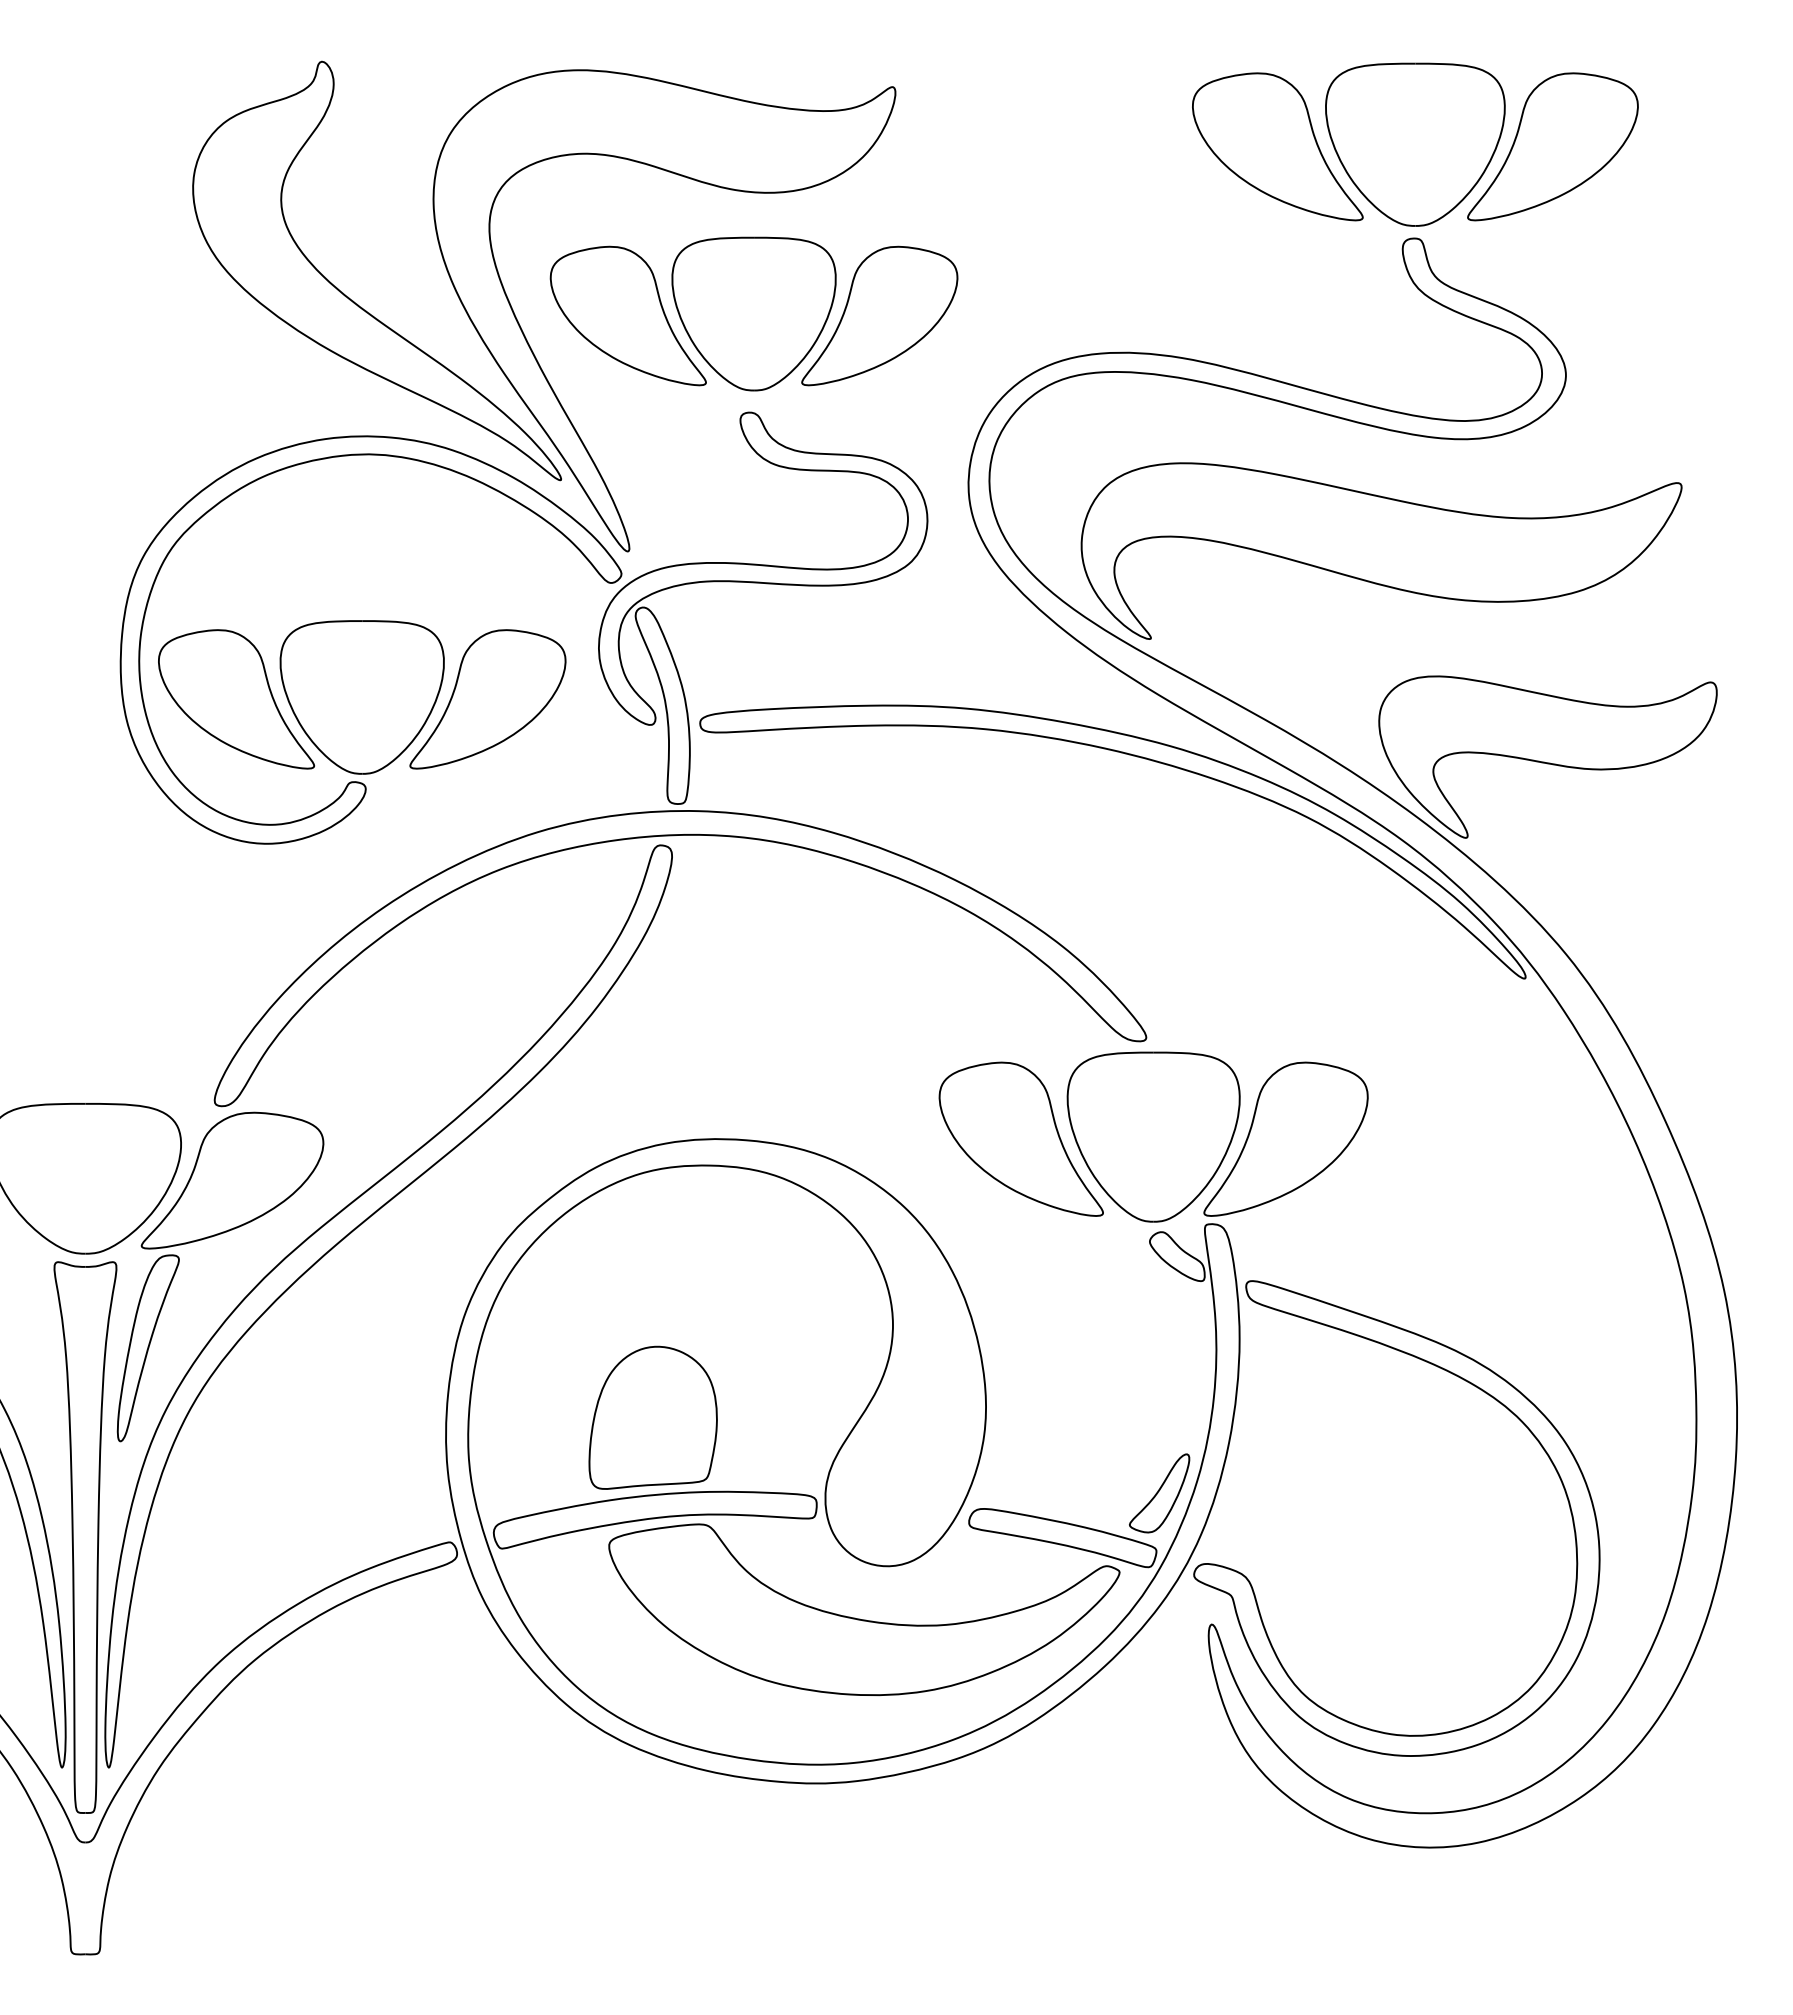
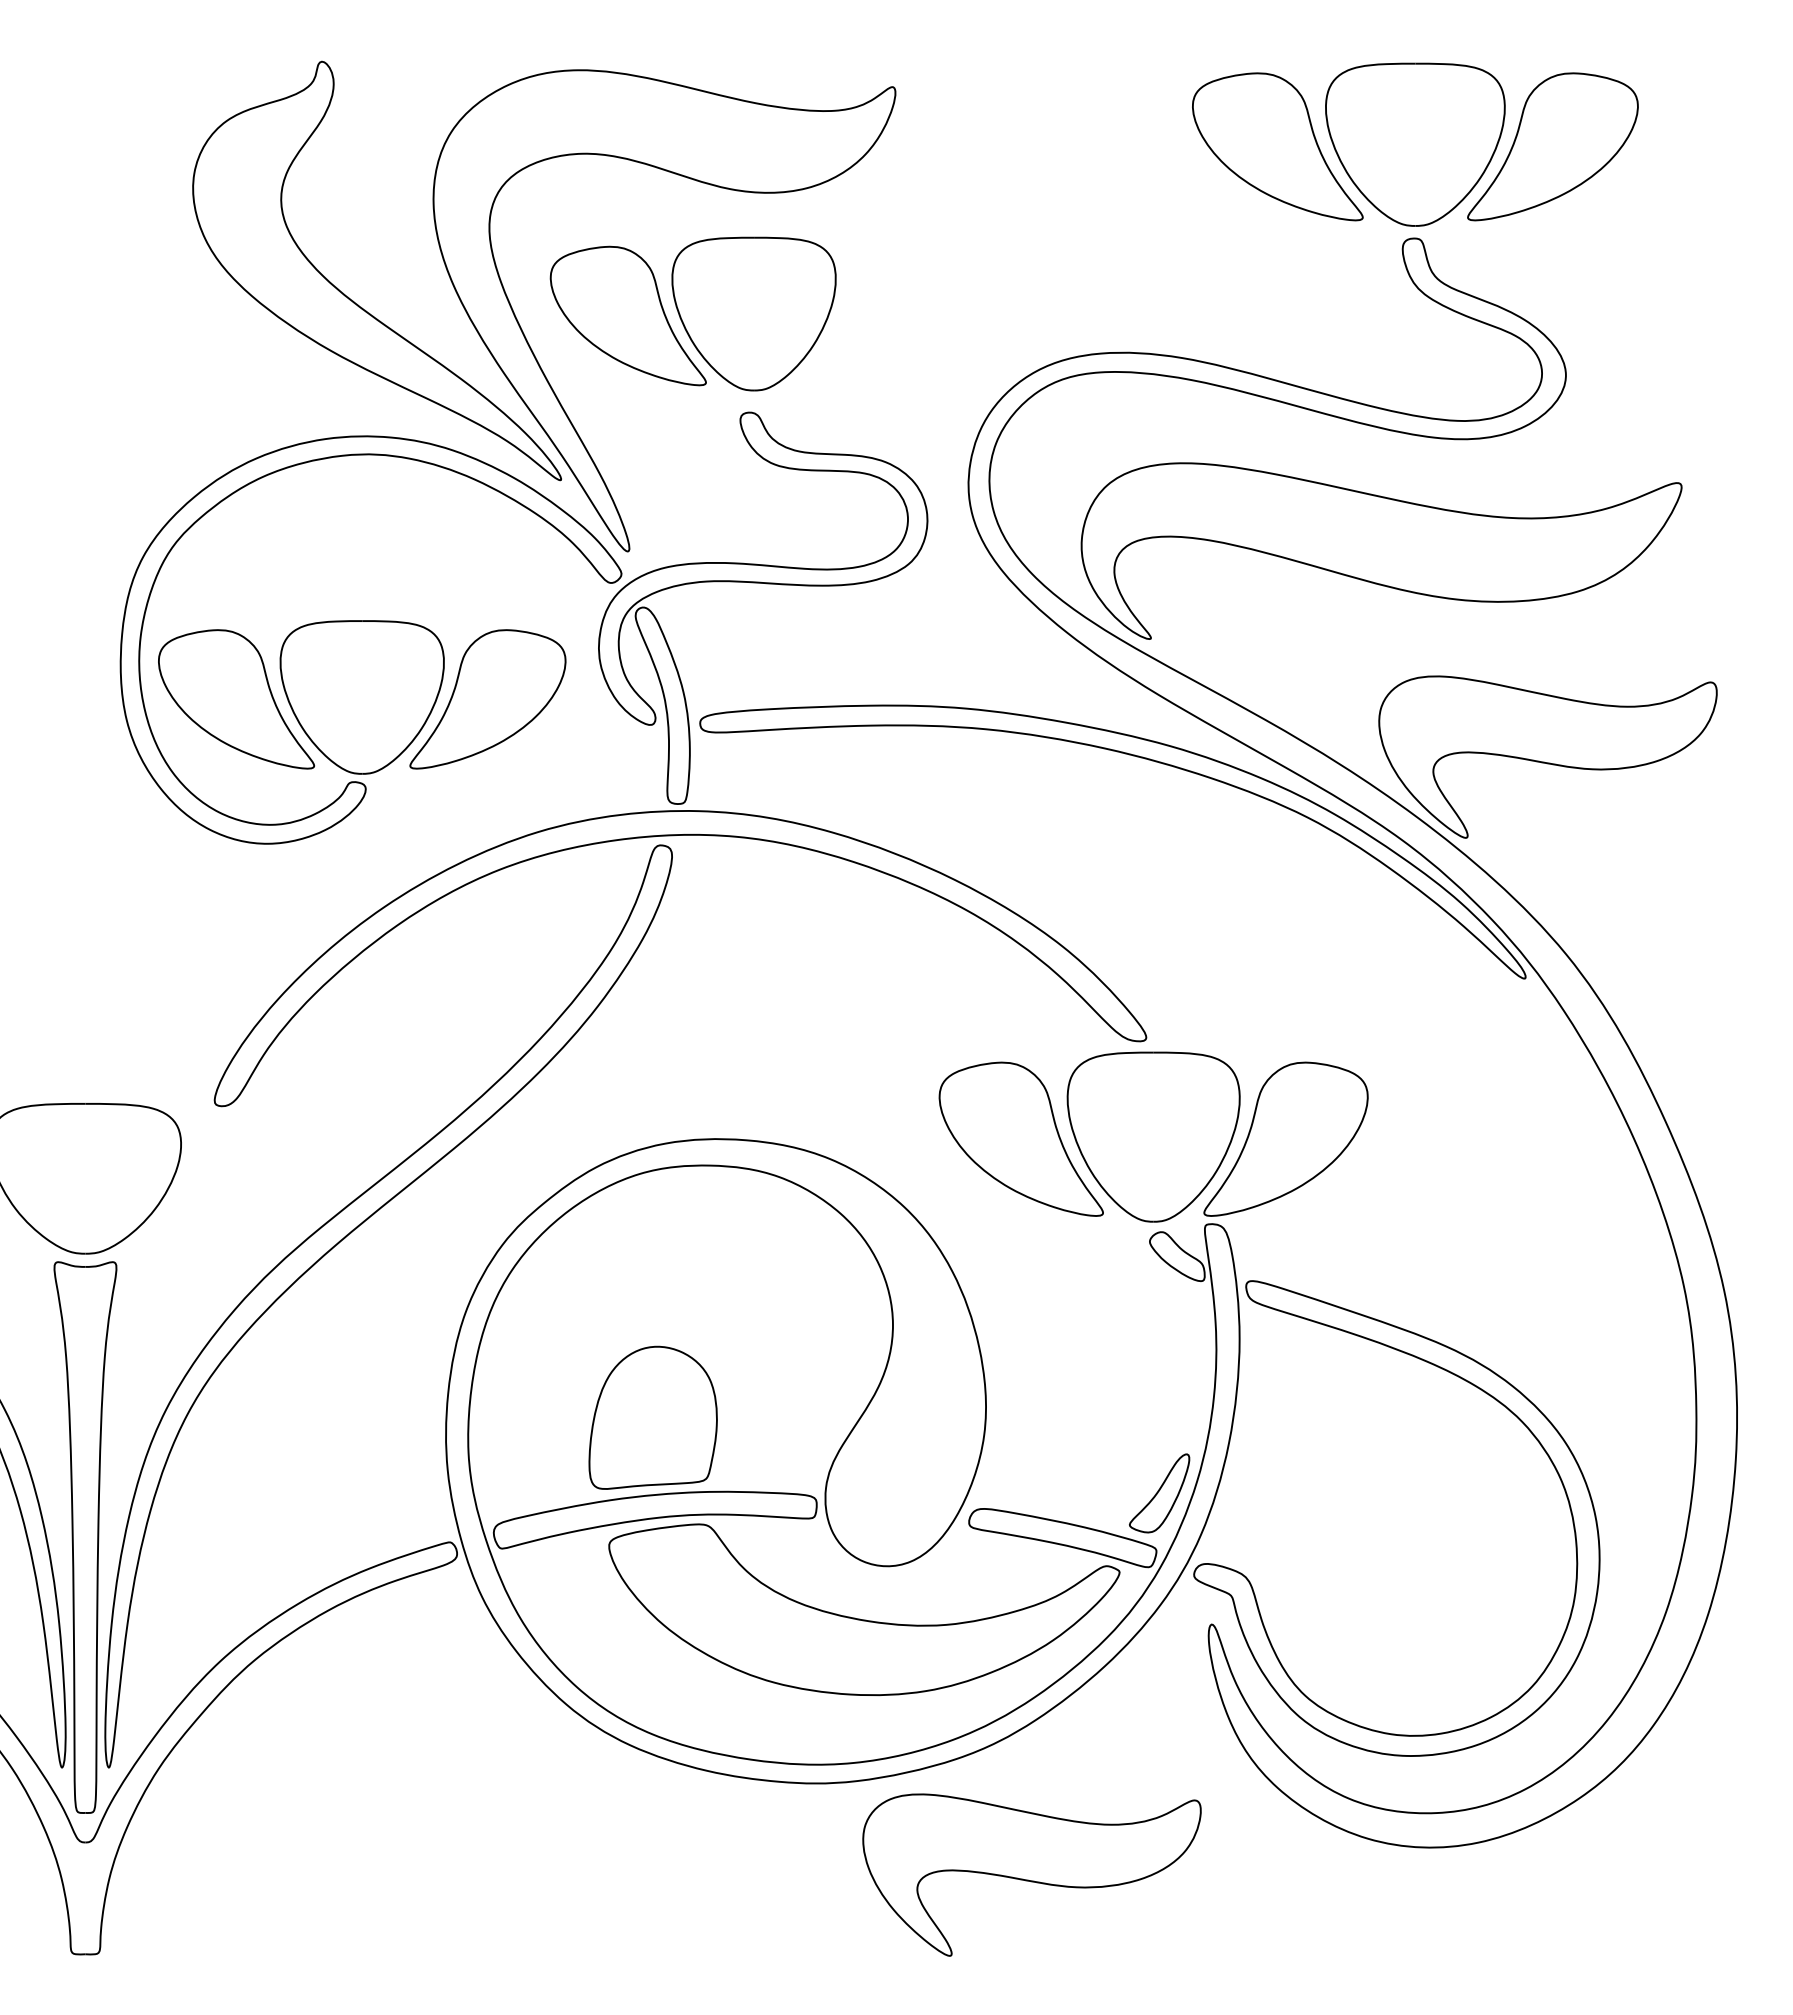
part at (879, 315): present -> none
part at (212, 1237): present -> none
part at (1031, 1874): none -> present
